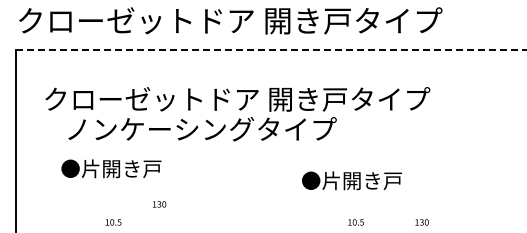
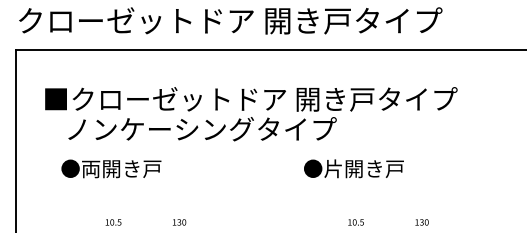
line at (271, 50): dashed -> solid
text at (251, 99): クローゼットドア 開き戸タイプ -> ■クローゼットドア 開き戸タイプ
text at (91, 168): ●片開き戸 -> ●両開き戸
text at (351, 180) position: (351, 180) -> (353, 168)
text at (159, 204) position: (159, 204) -> (179, 222)
